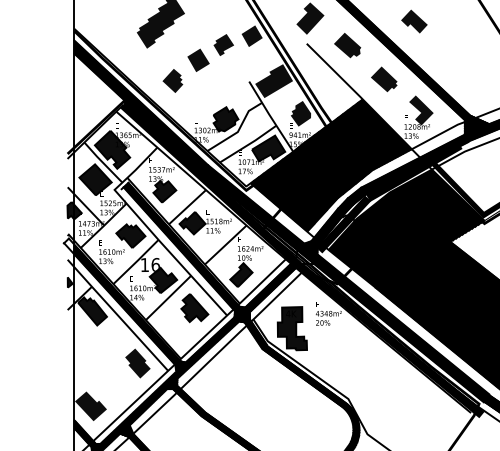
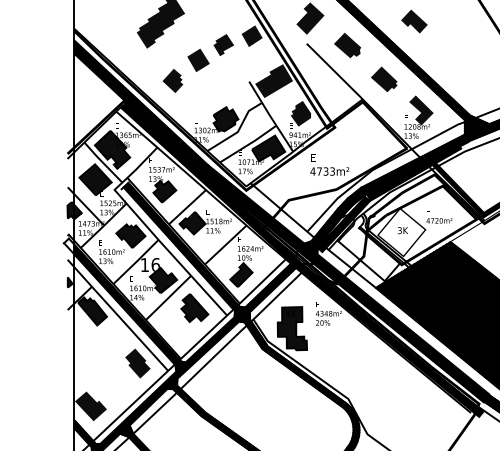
hatch at (331, 165): present -> none
hatch at (406, 228): present -> none
